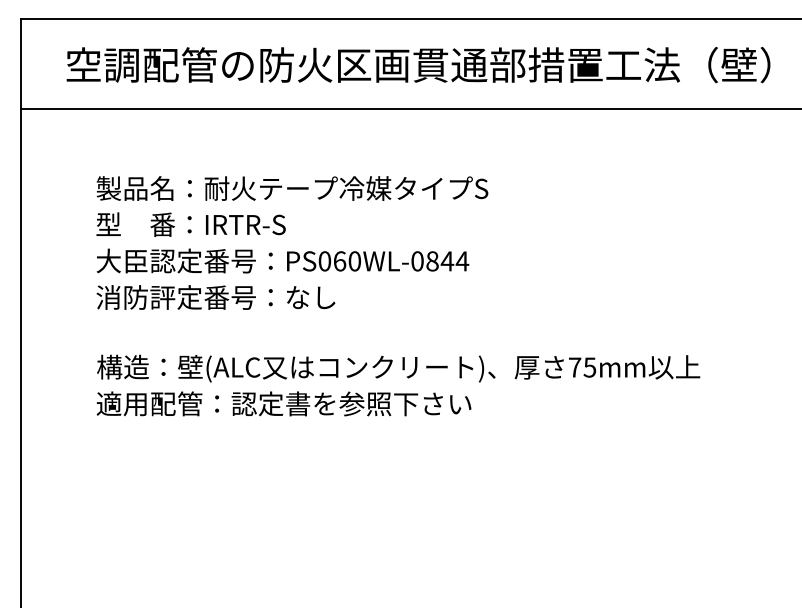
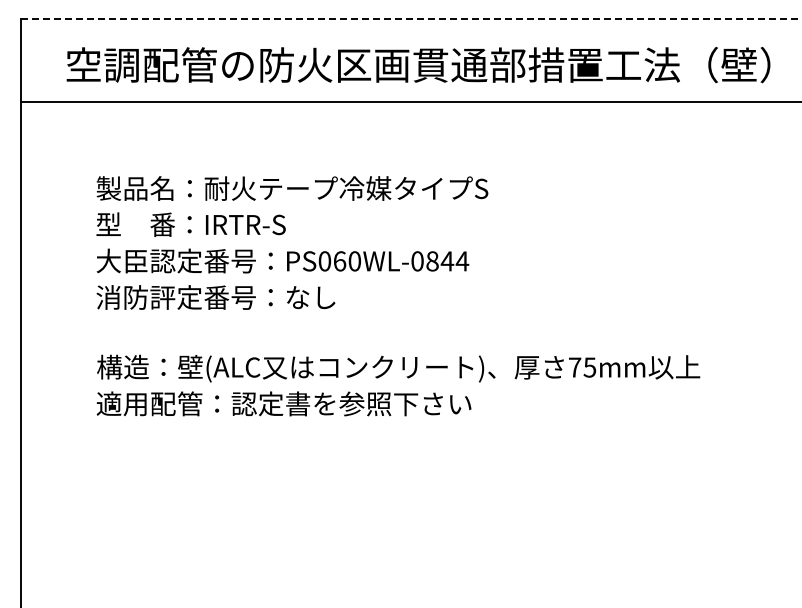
line at (411, 18): solid -> dashed
line at (409, 109) position: (409, 109) -> (409, 102)
